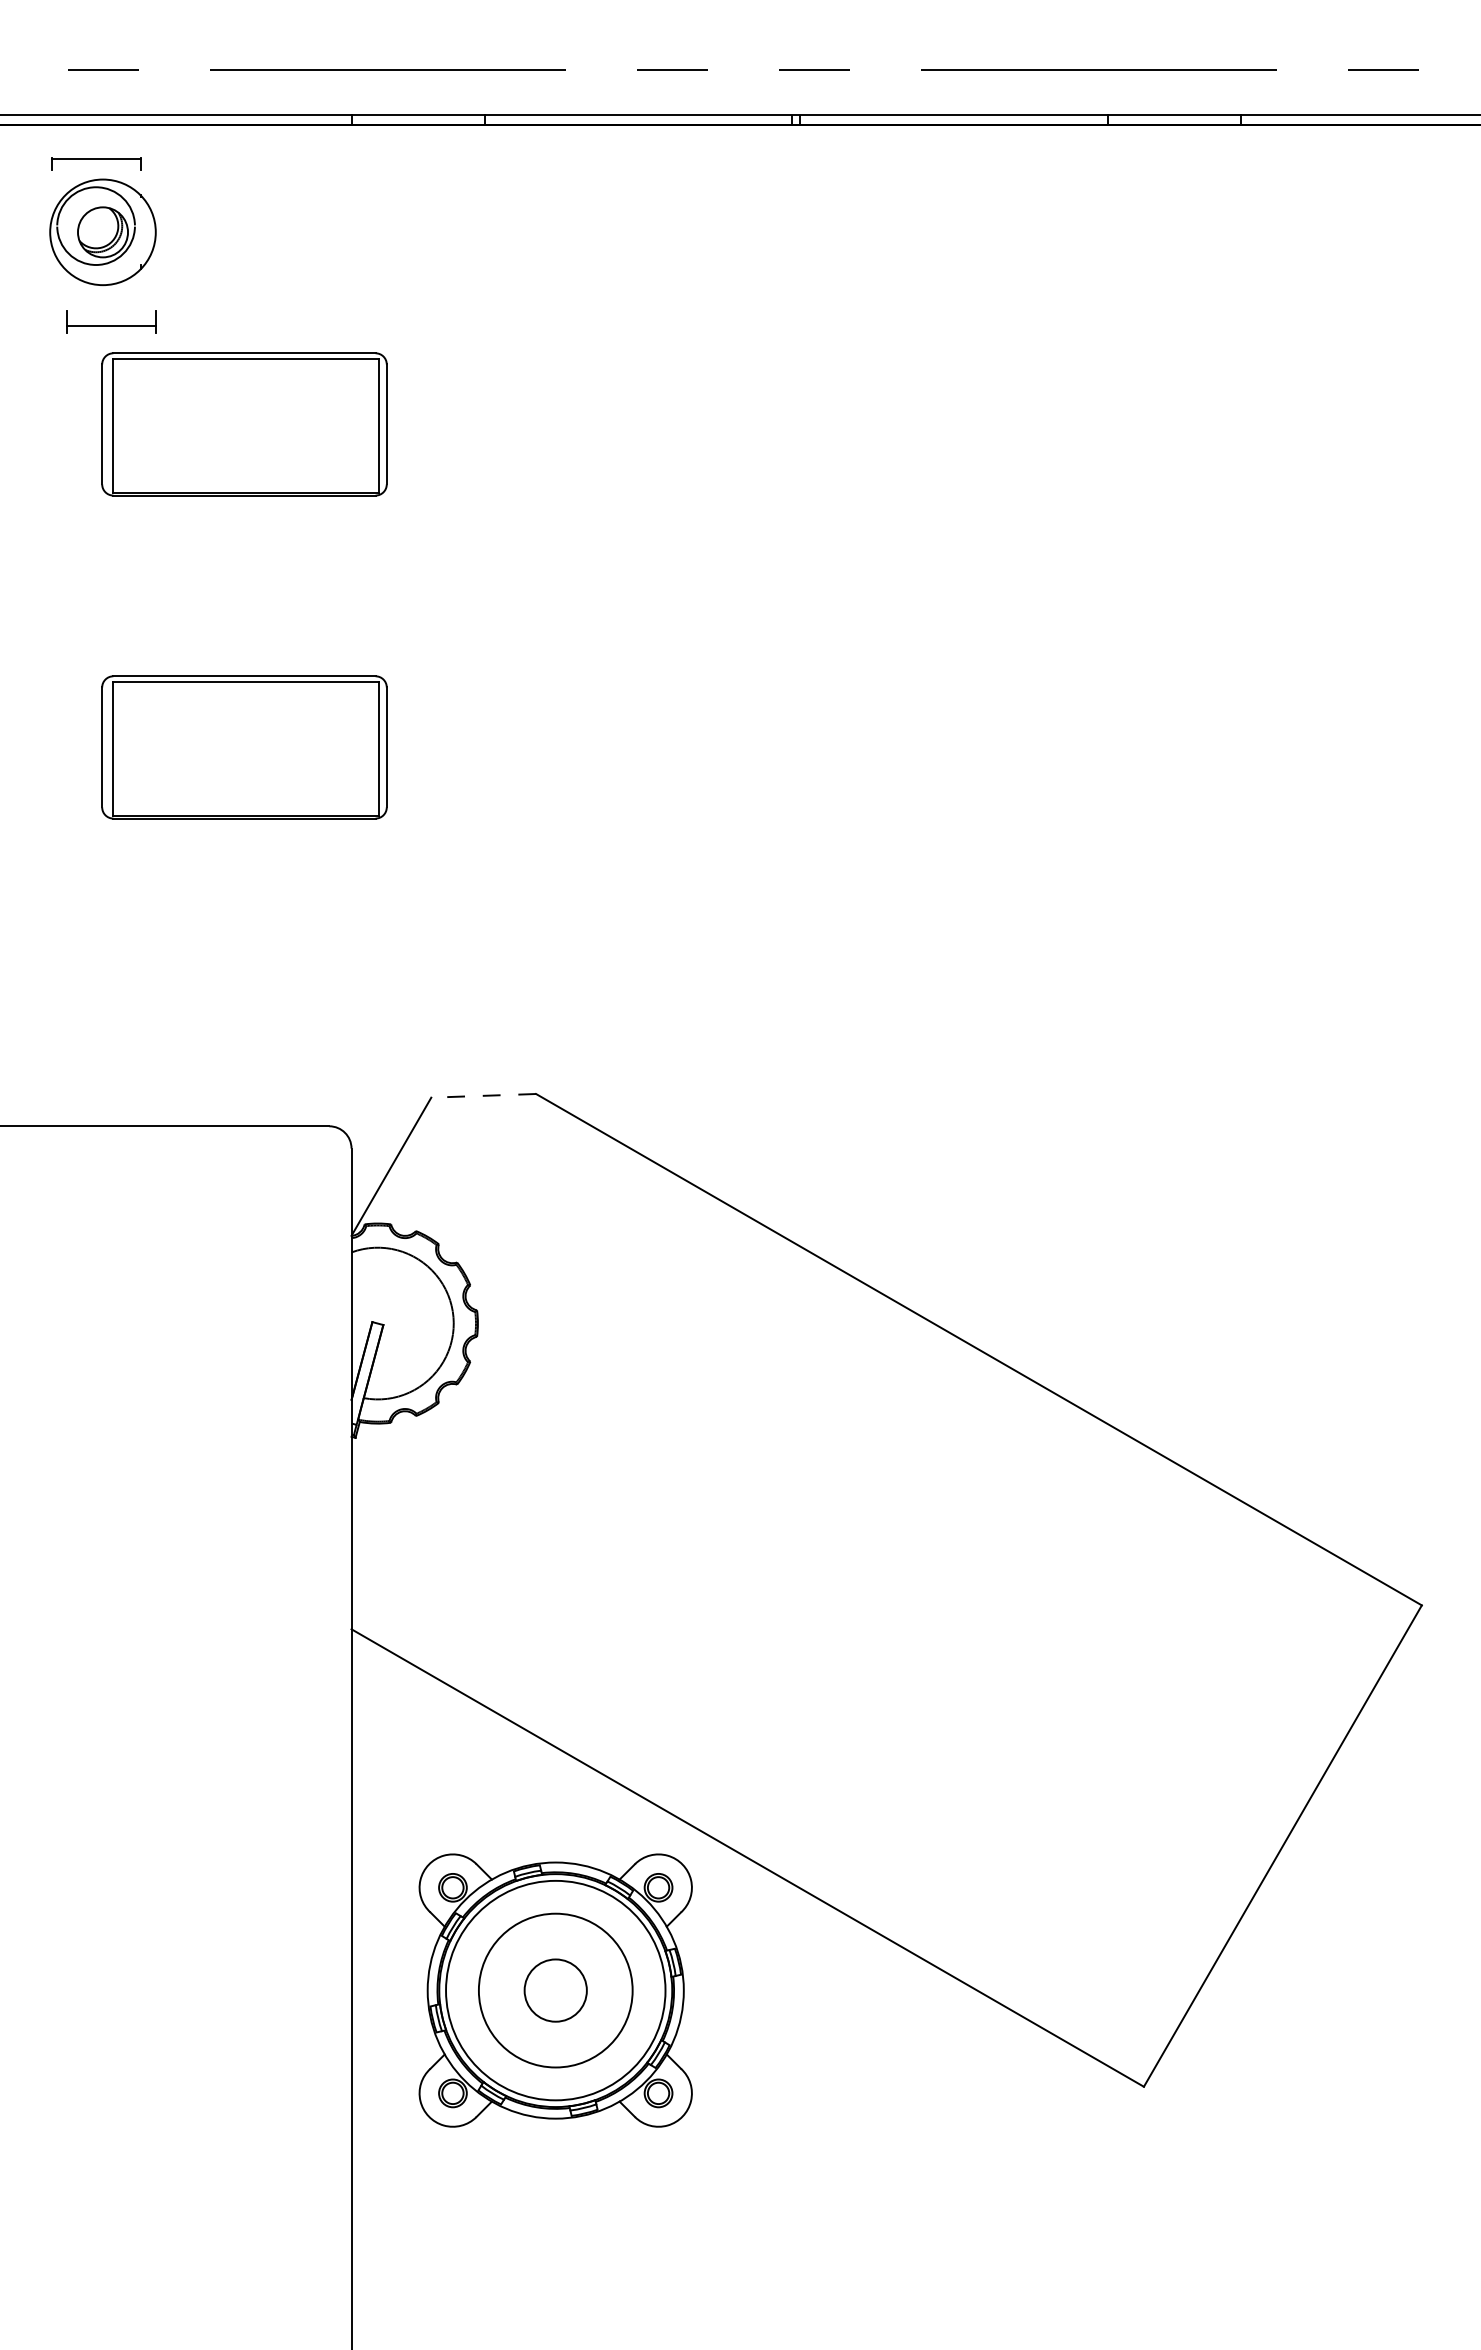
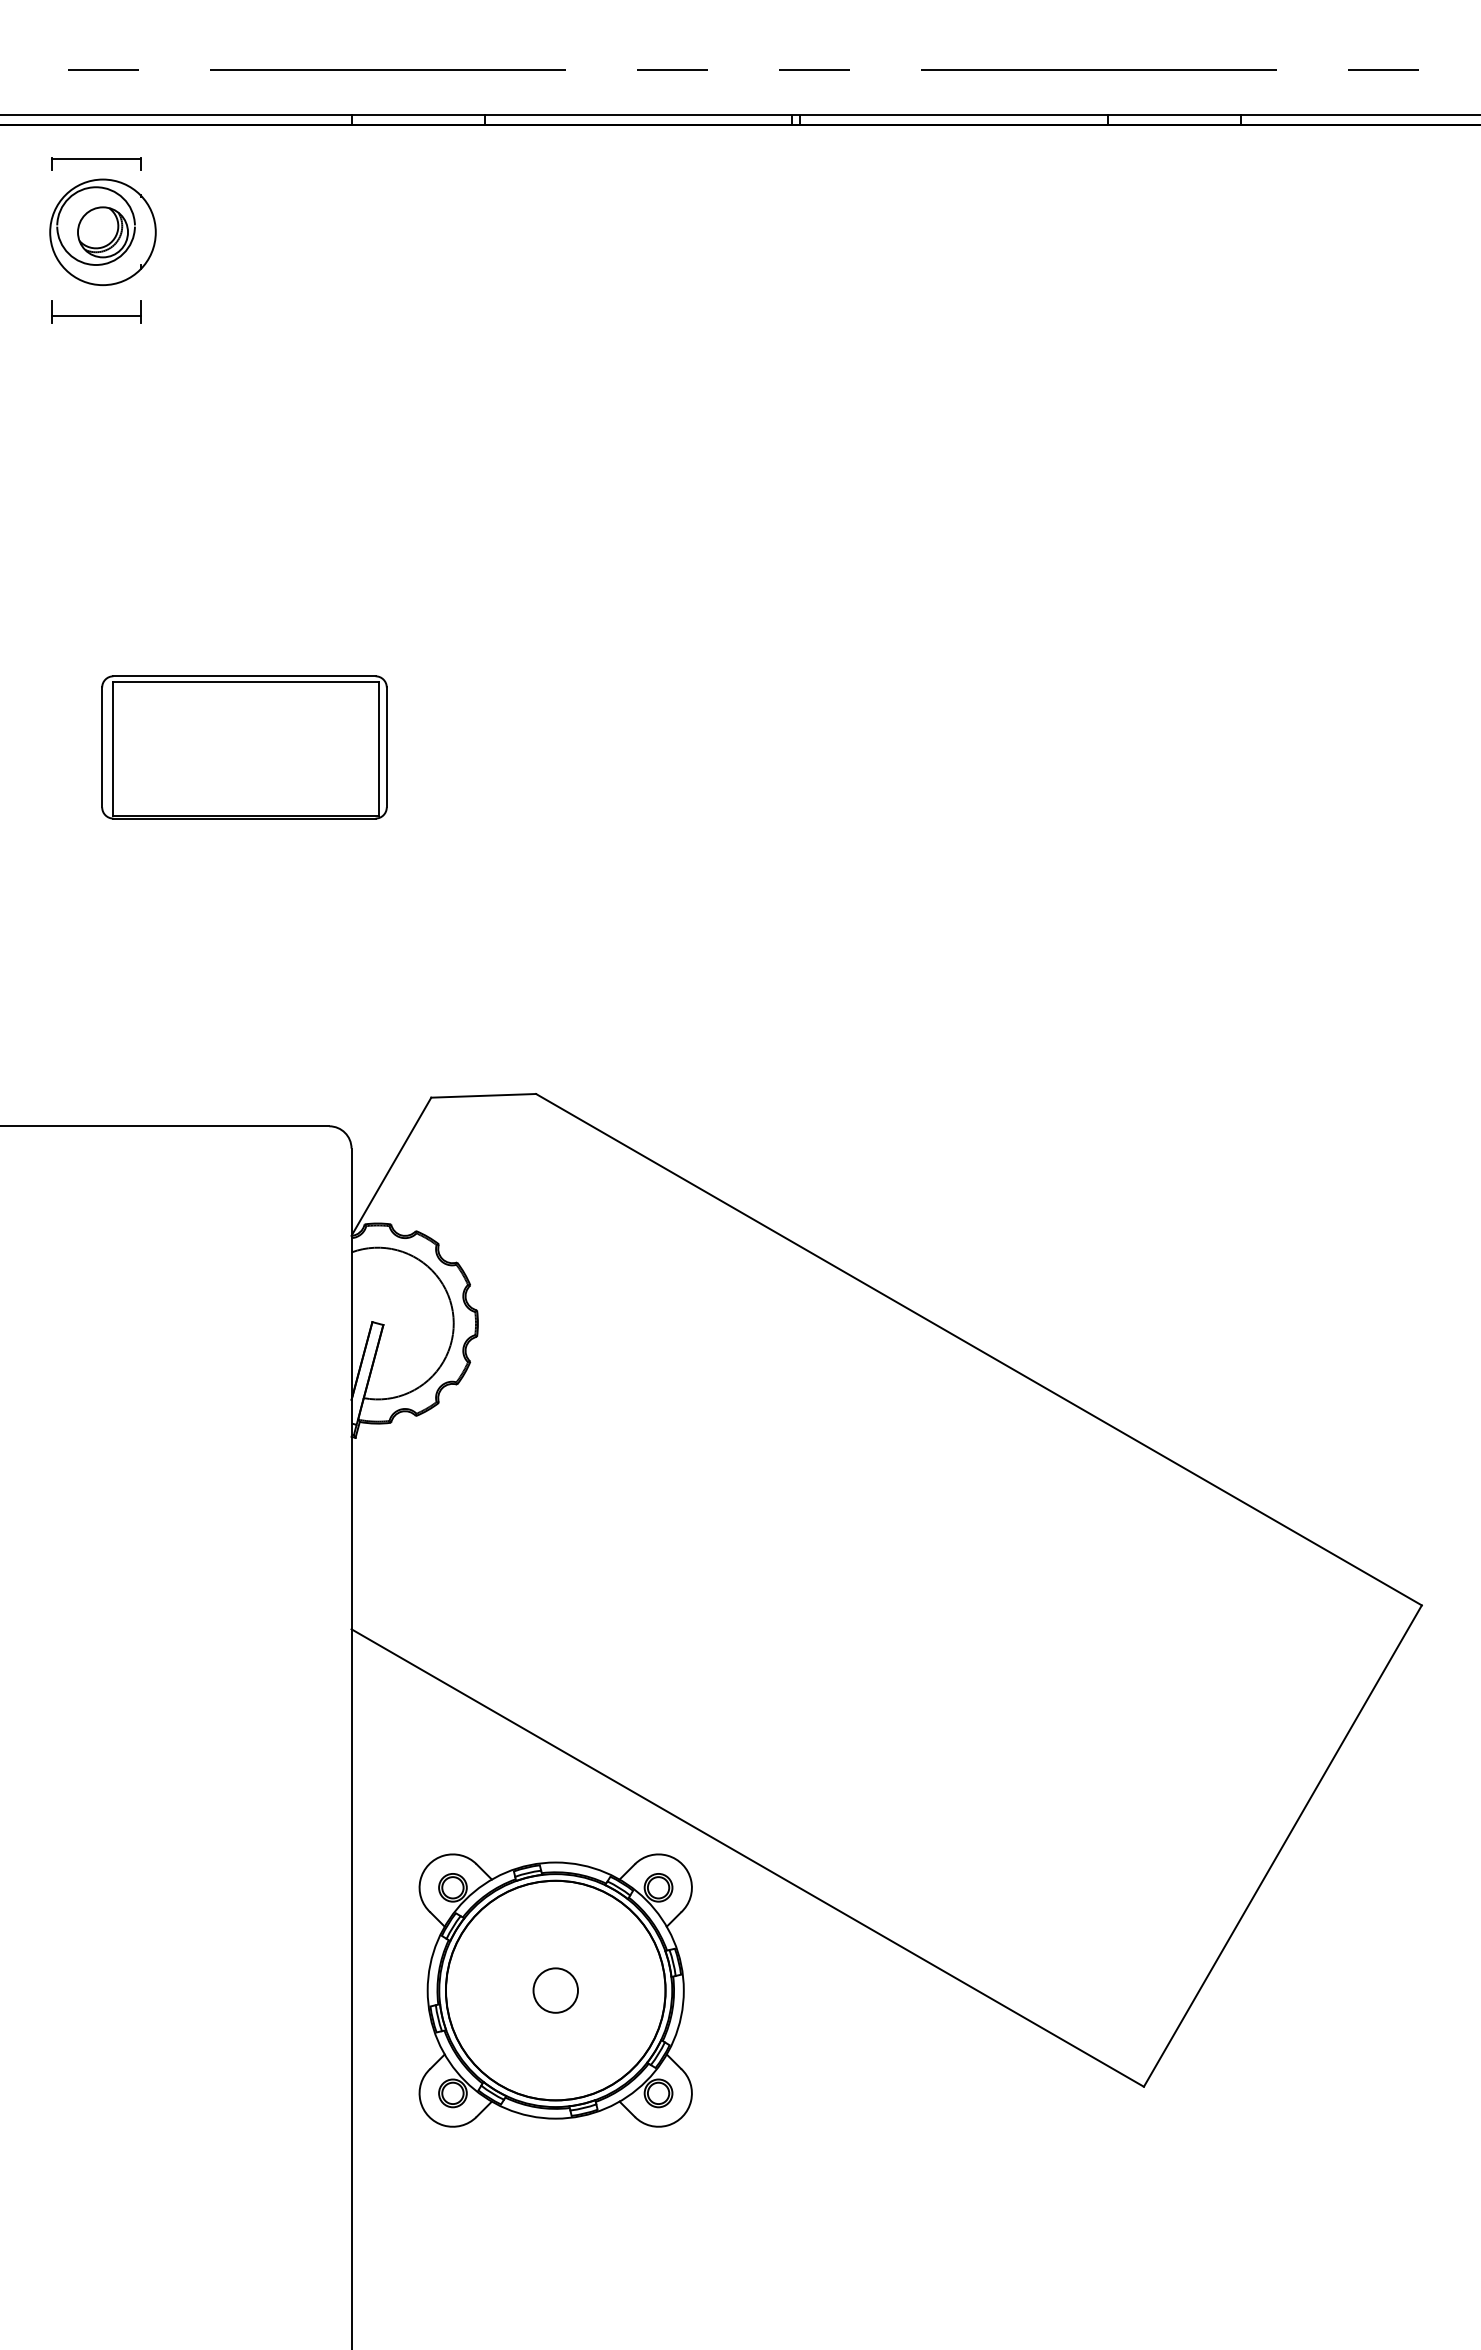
part at (111, 321) position: (111, 321) -> (96, 311)
part at (244, 424): present -> none
line at (483, 1095): dashed -> solid
circle at (555, 1990) diameter: 154 px -> 220 px
circle at (555, 1990) diameter: 62 px -> 44 px
